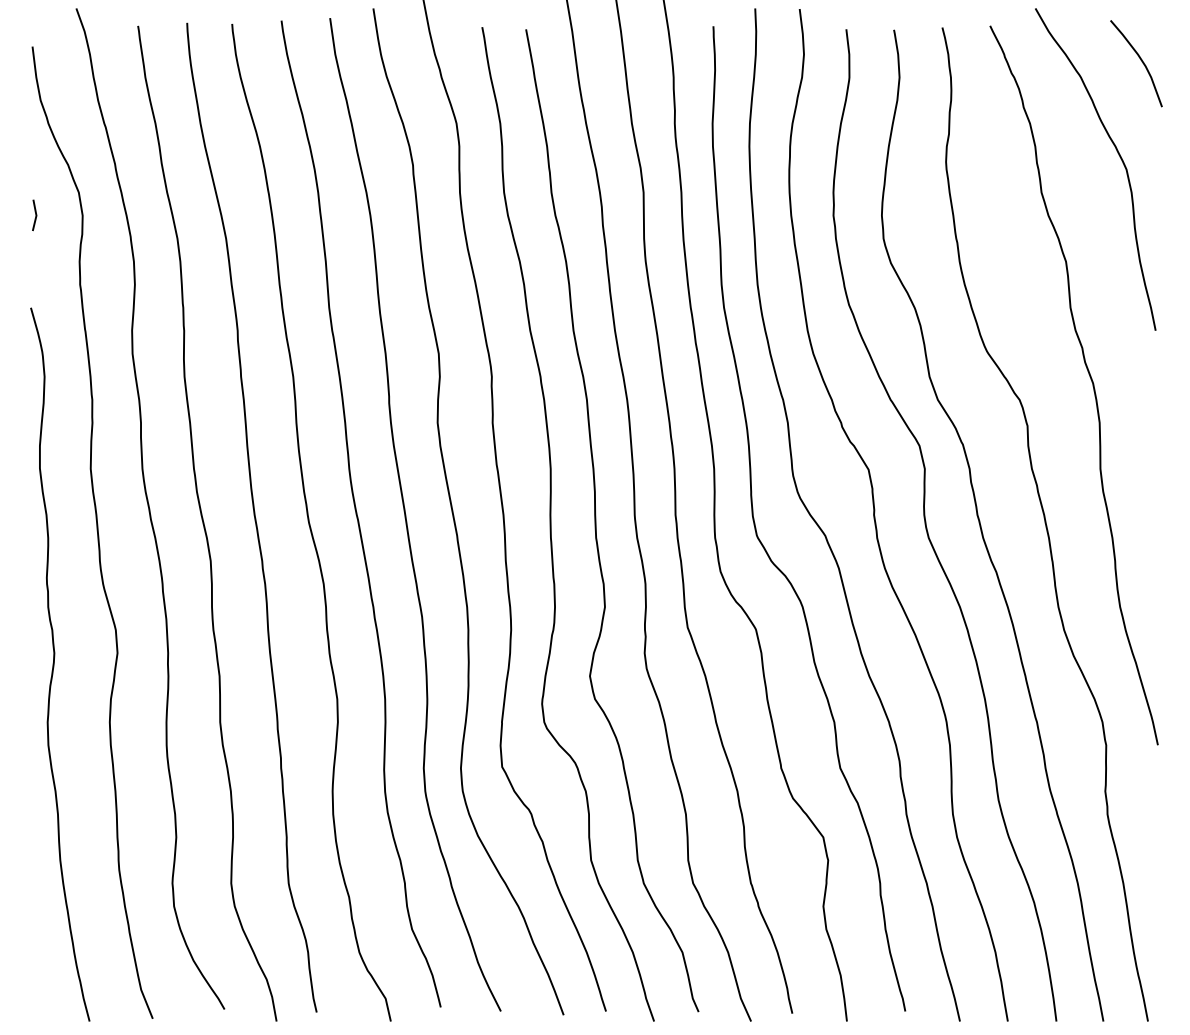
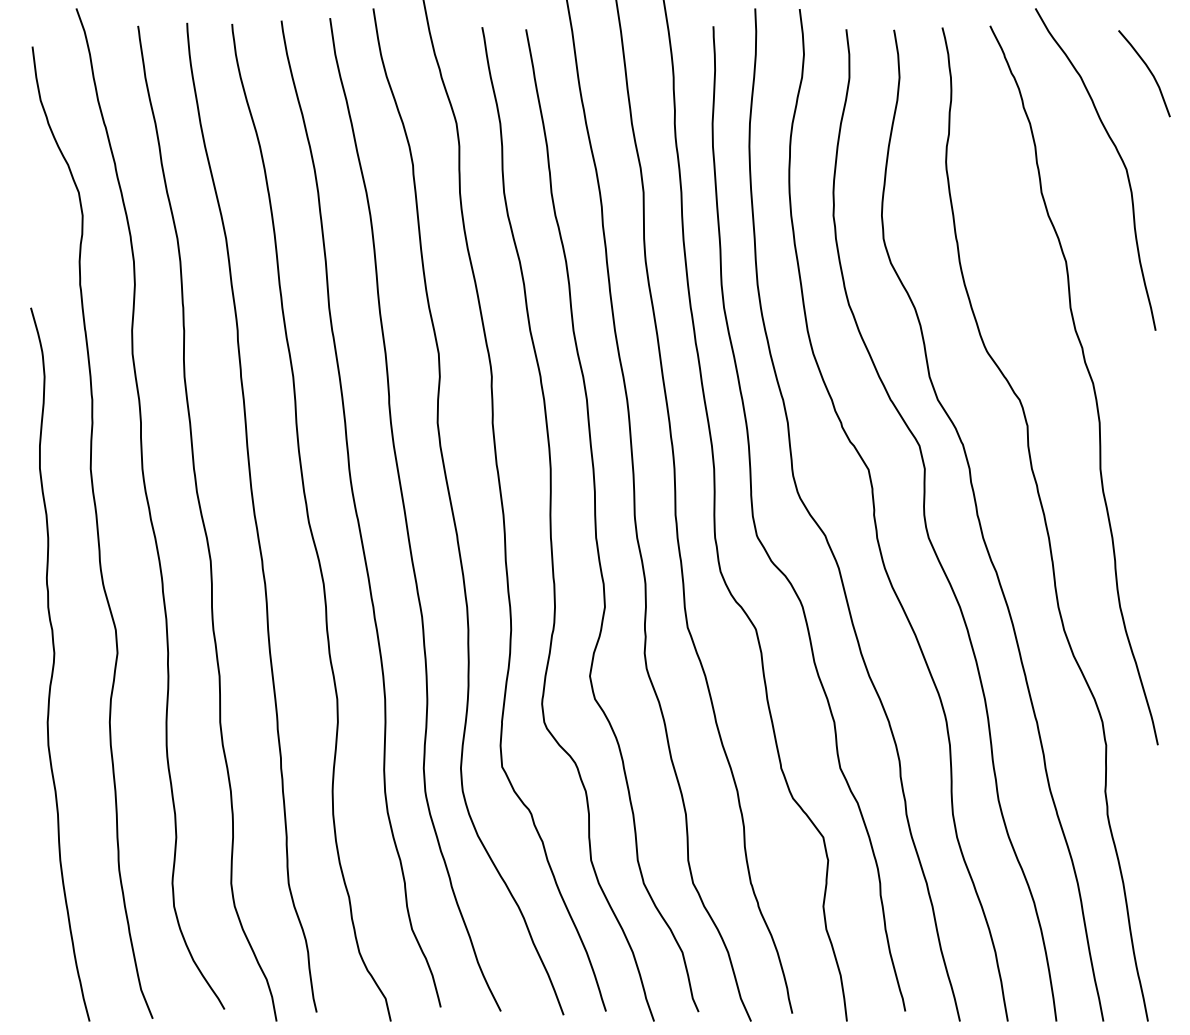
curve at (1140, 60) position: (1140, 60) -> (1148, 70)
line at (35, 215): present -> none
